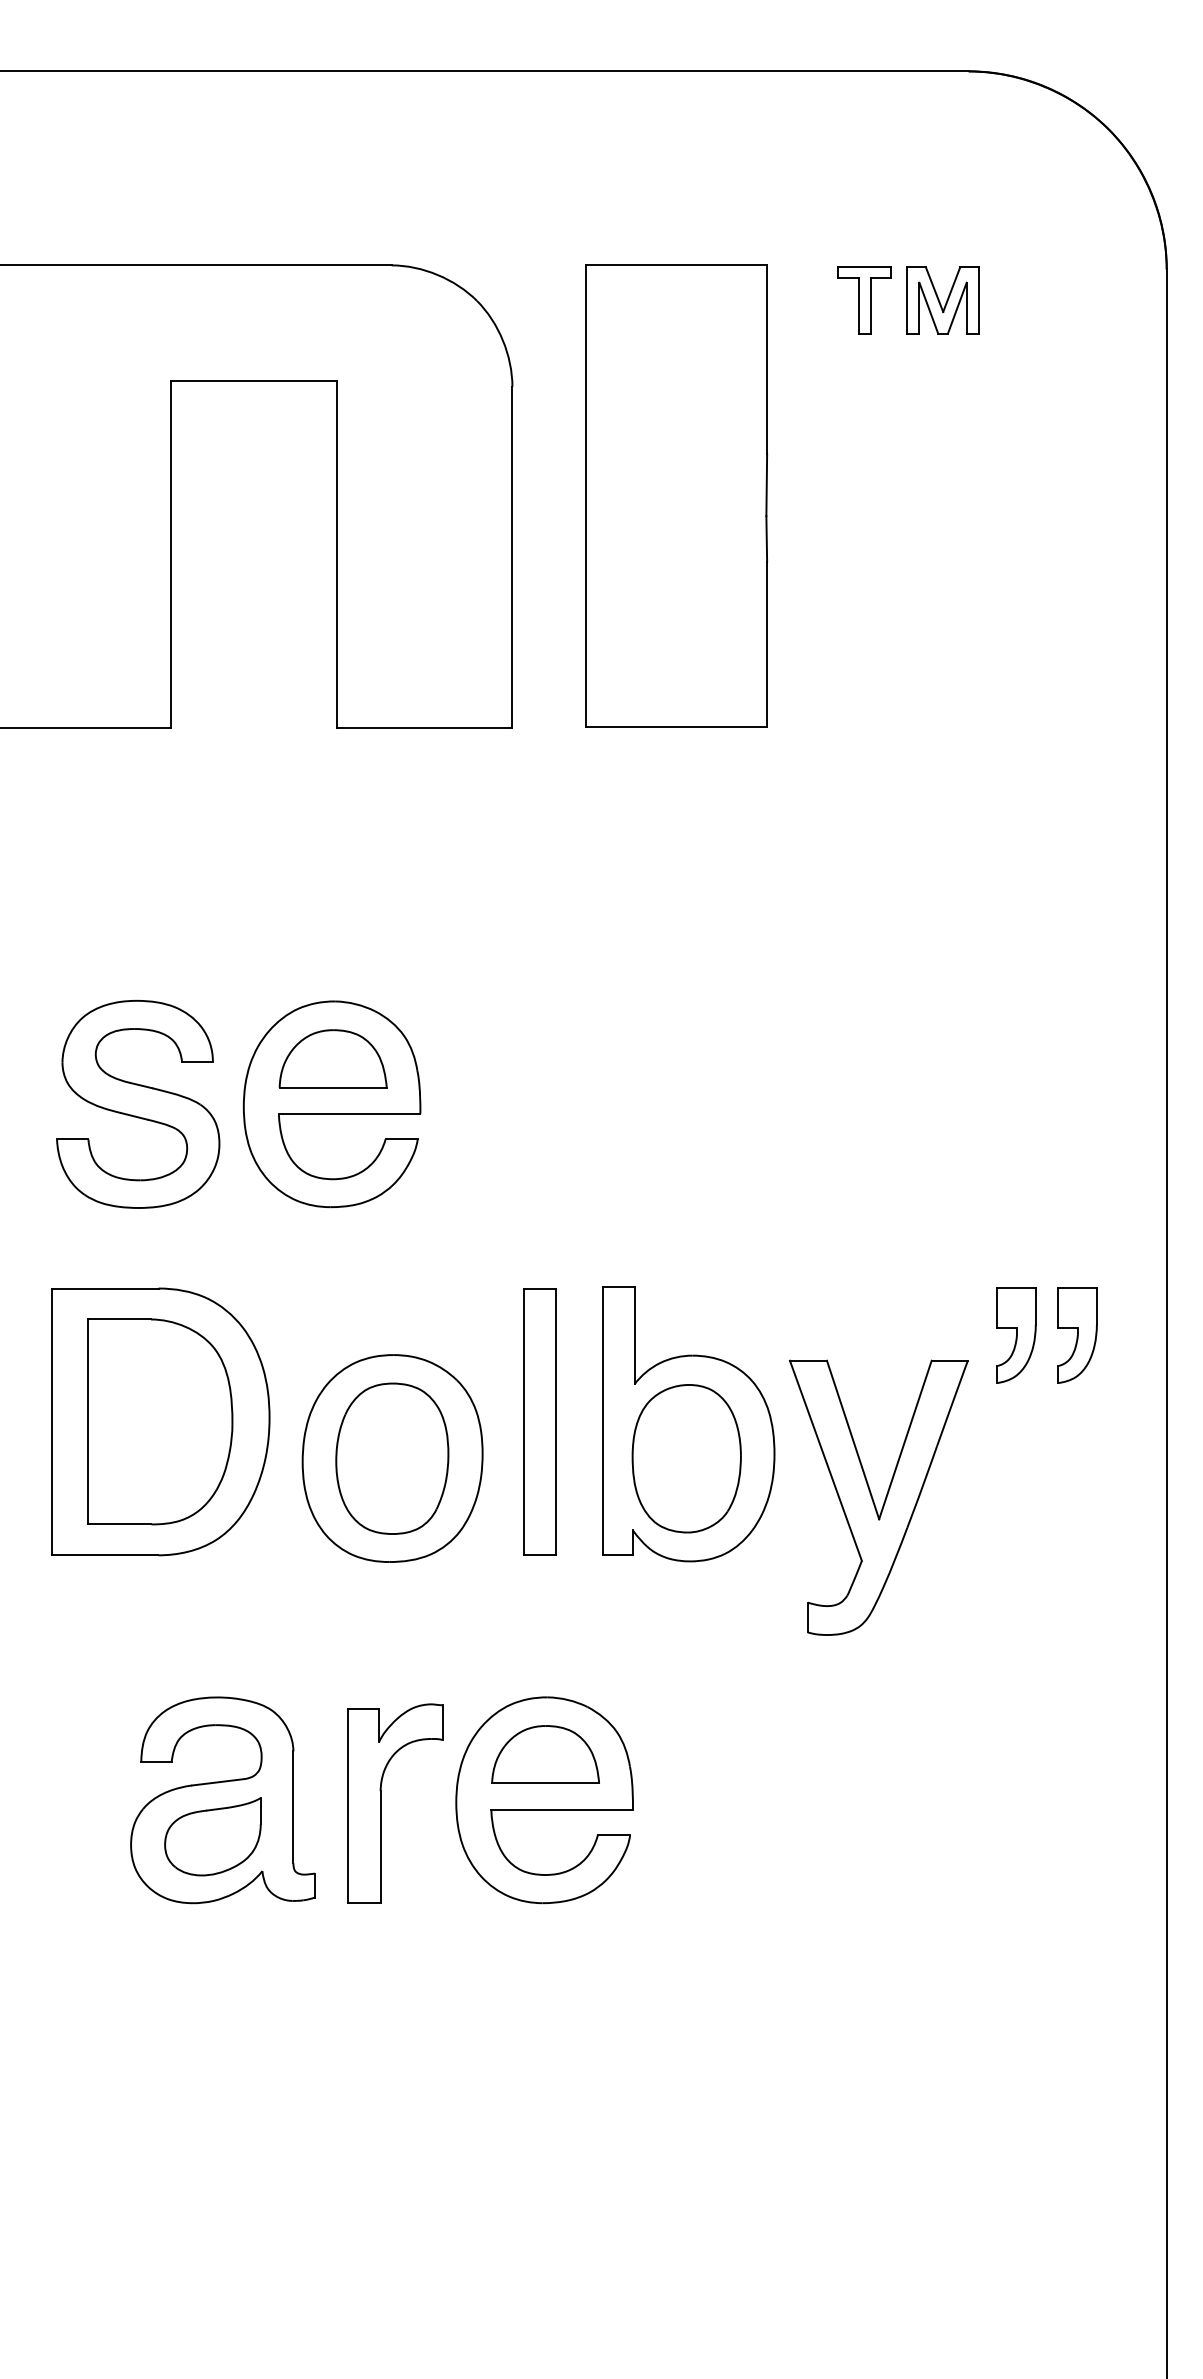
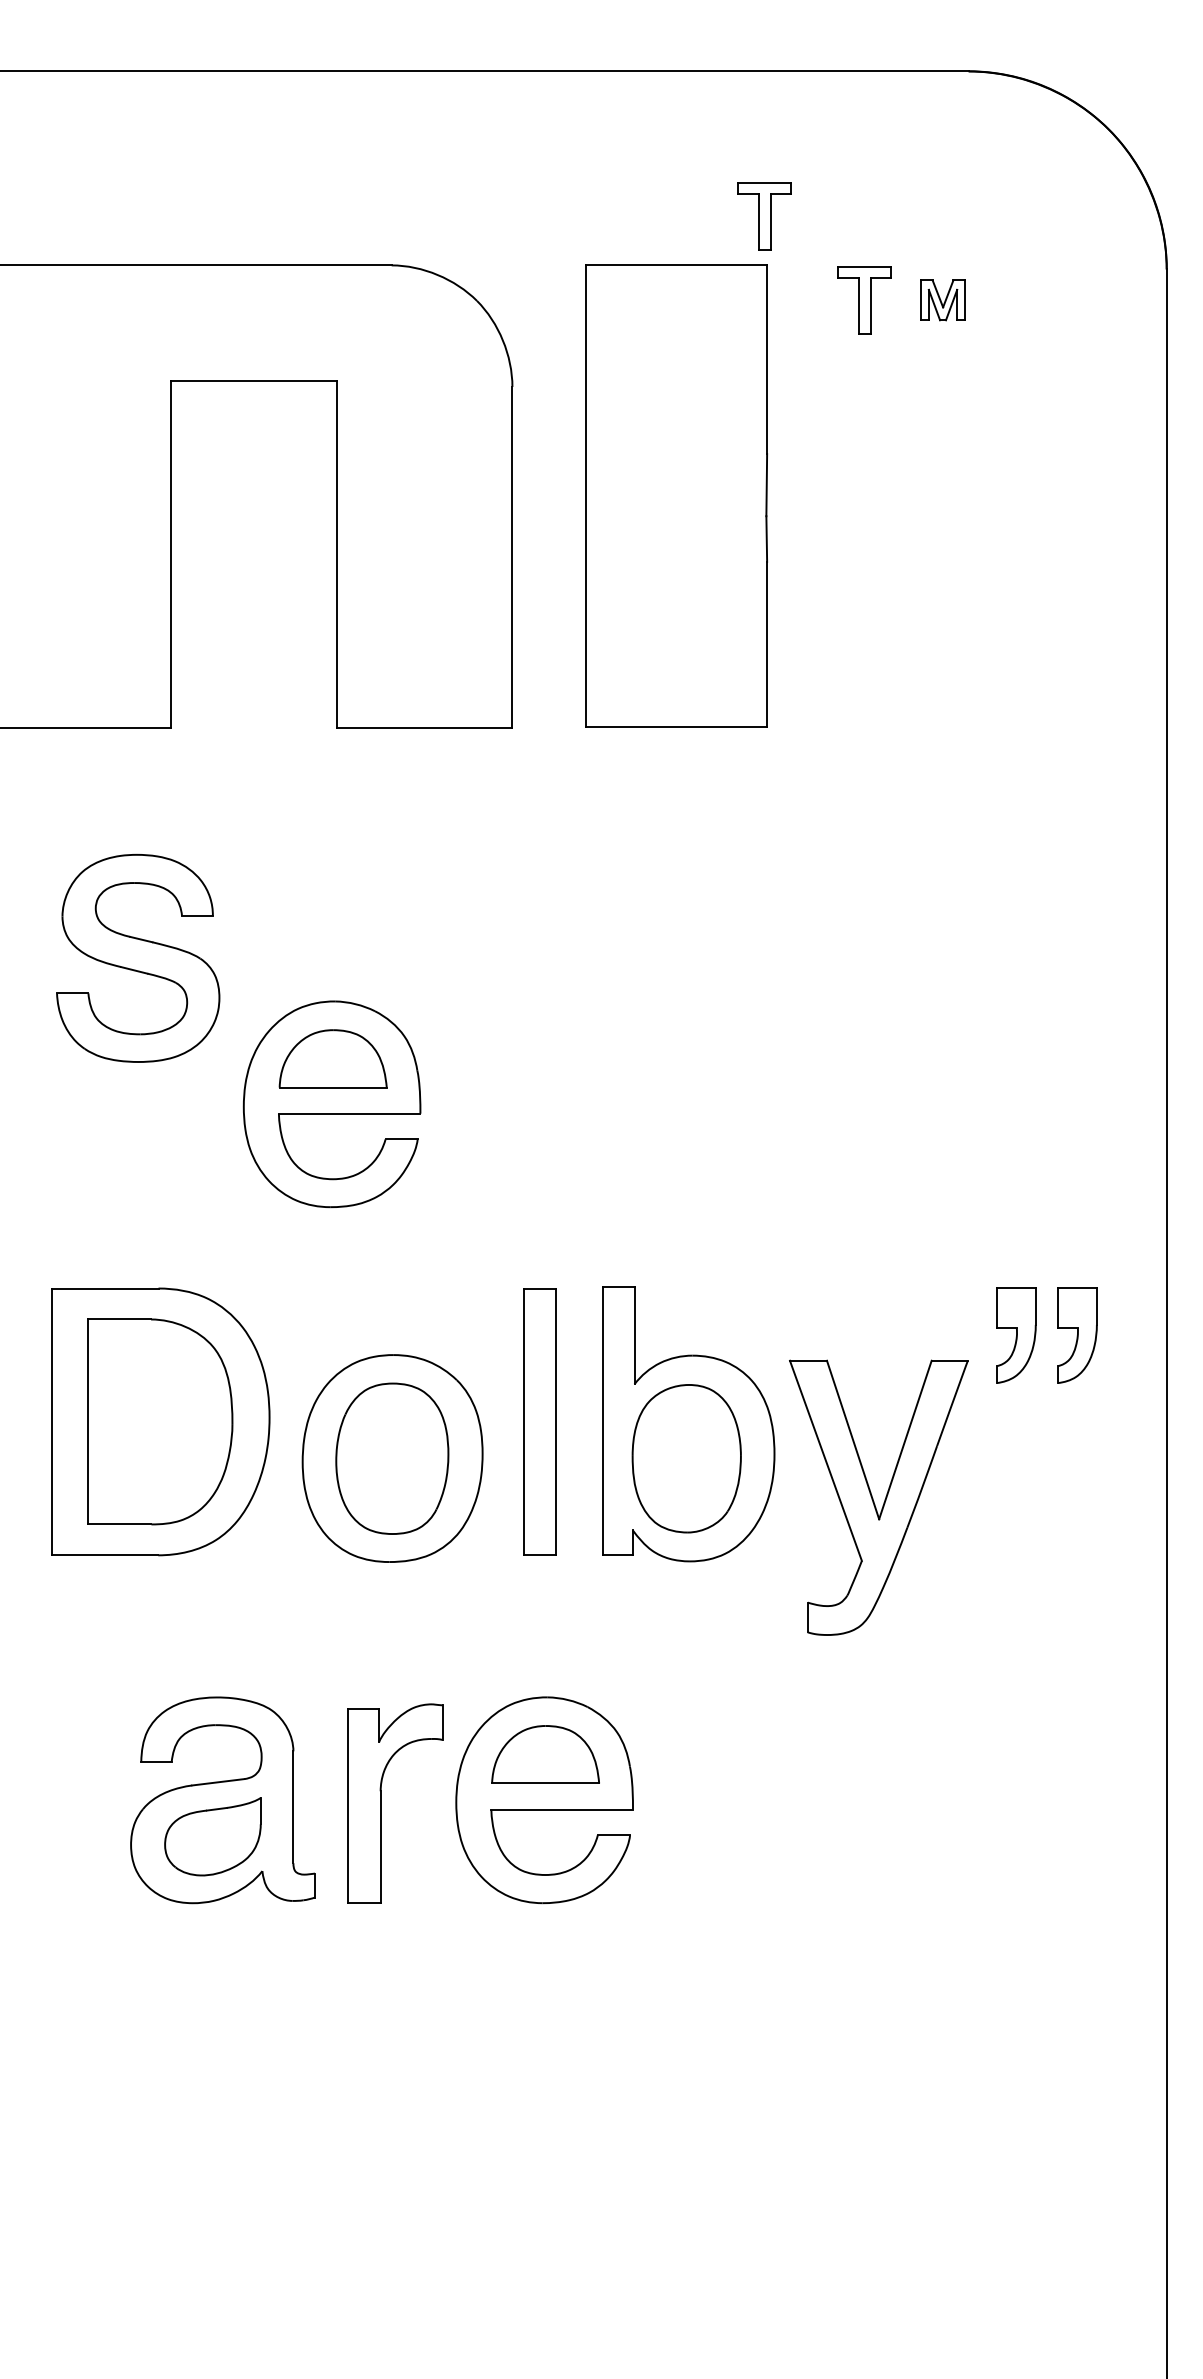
part at (764, 216): none -> present
part at (942, 300) size: 74x69 px -> 46x43 px
part at (138, 1104) position: (138, 1104) -> (138, 958)
